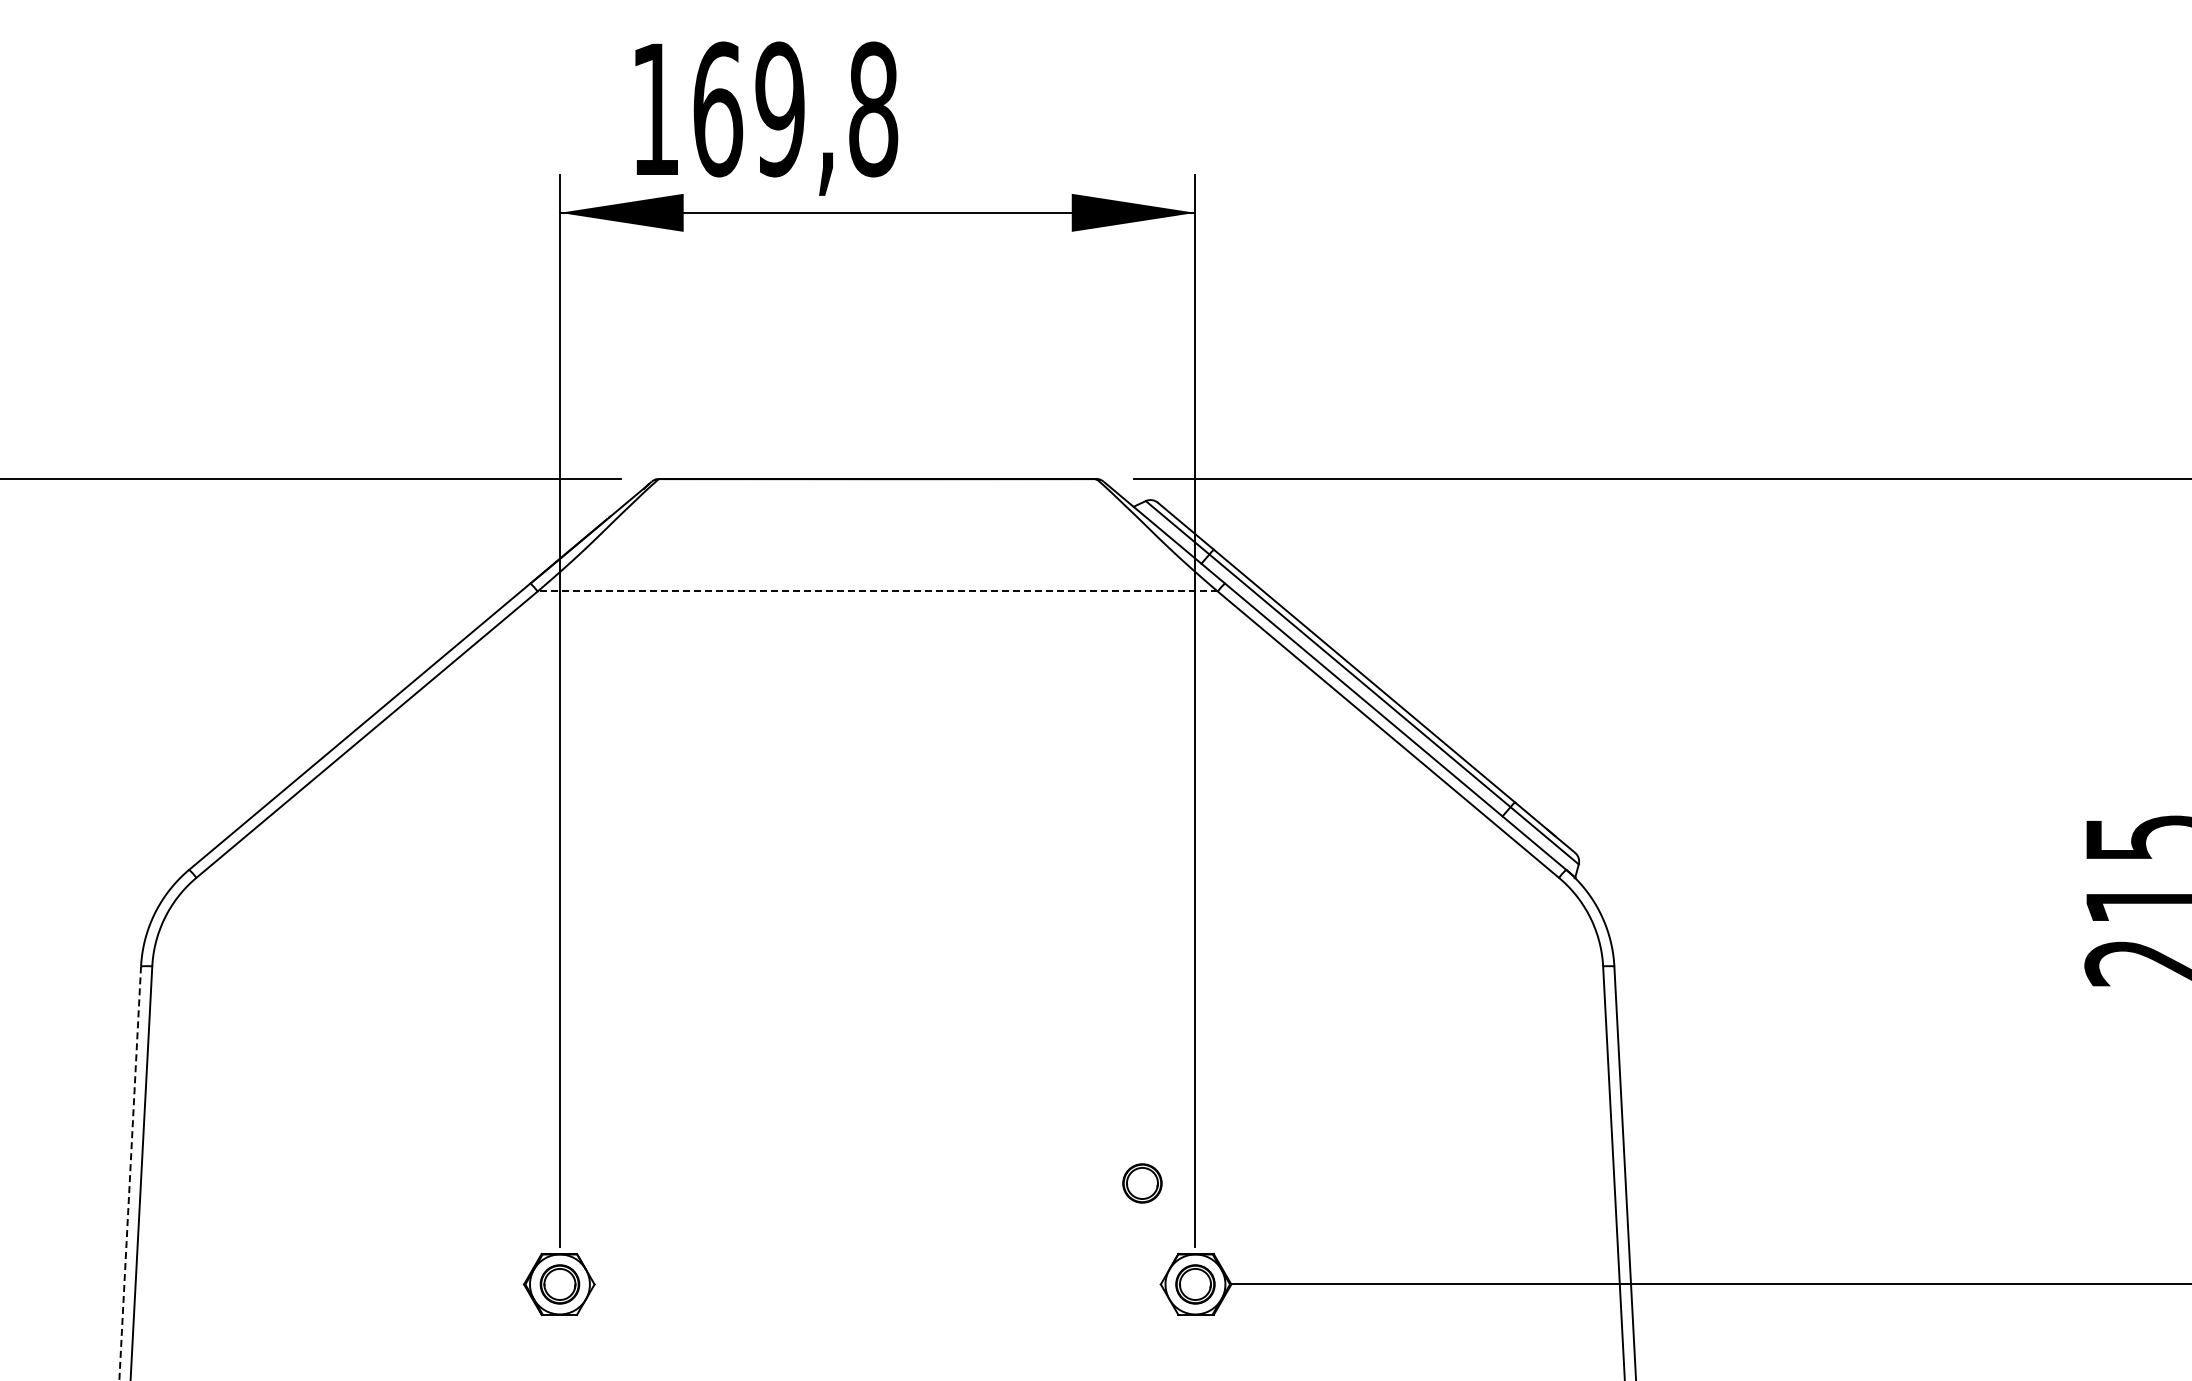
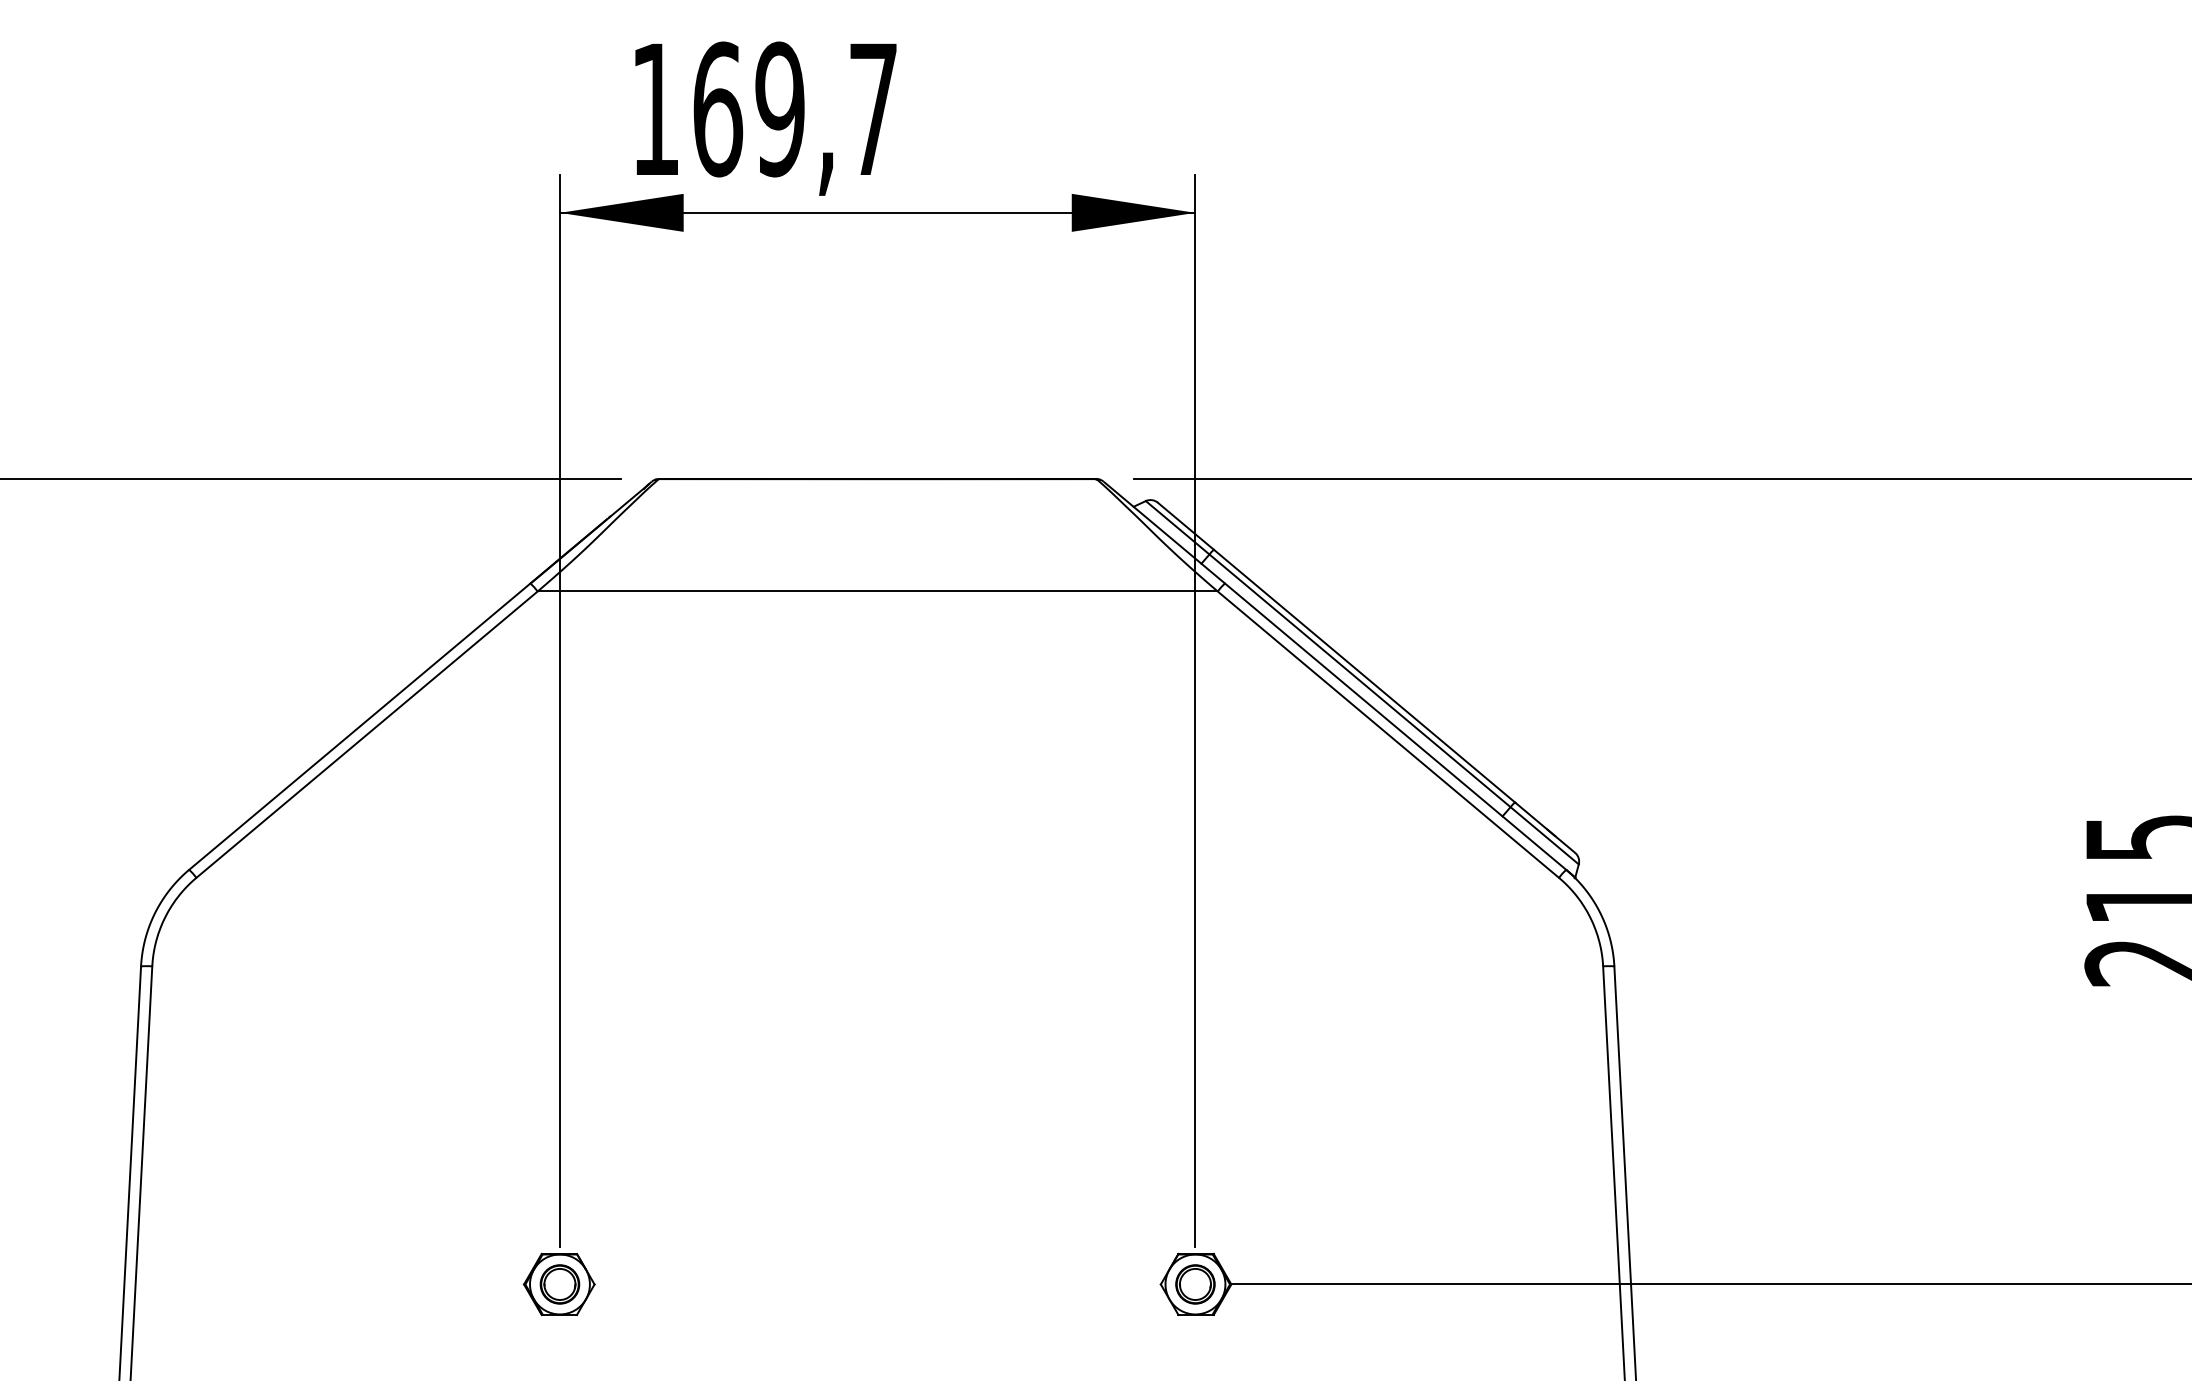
text at (873, 109): 169,8 -> 169,7
line at (877, 591): dashed -> solid
line at (130, 1174): dashed -> solid
part at (1142, 1183): present -> none
